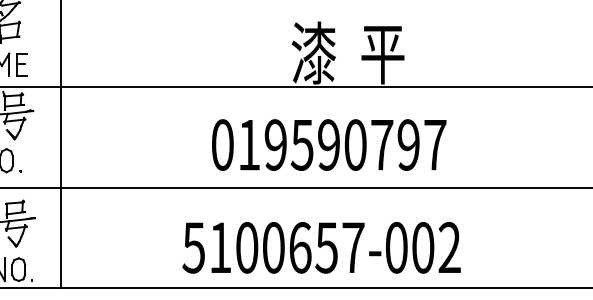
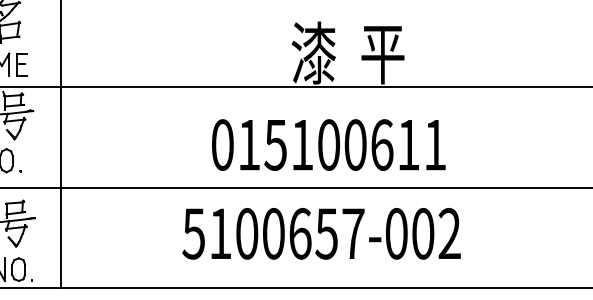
text at (355, 144): 019590797 -> 015100611
text at (321, 247) position: (321, 247) -> (321, 233)
